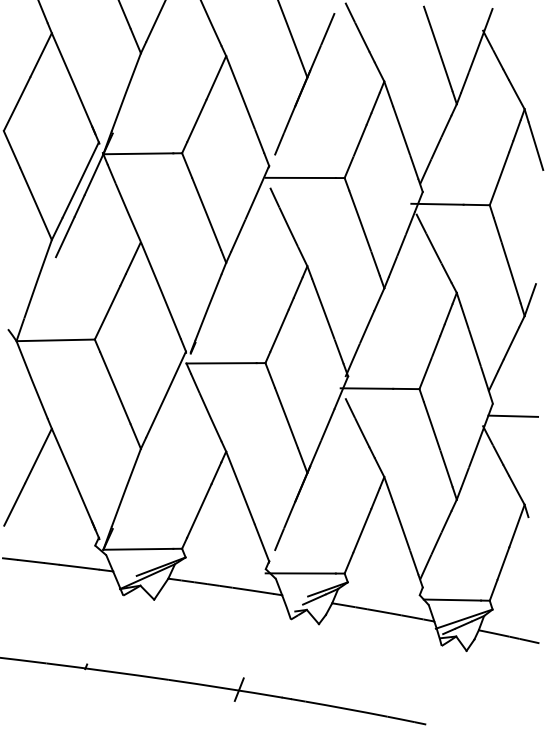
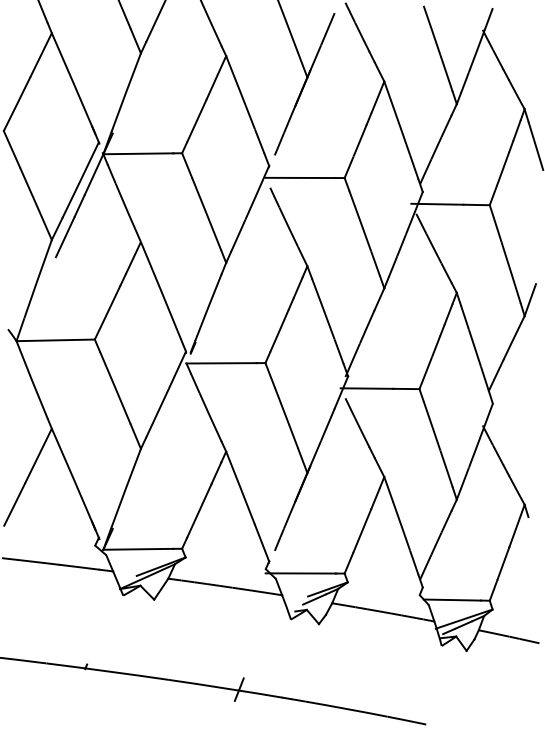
line at (513, 415): present -> none
